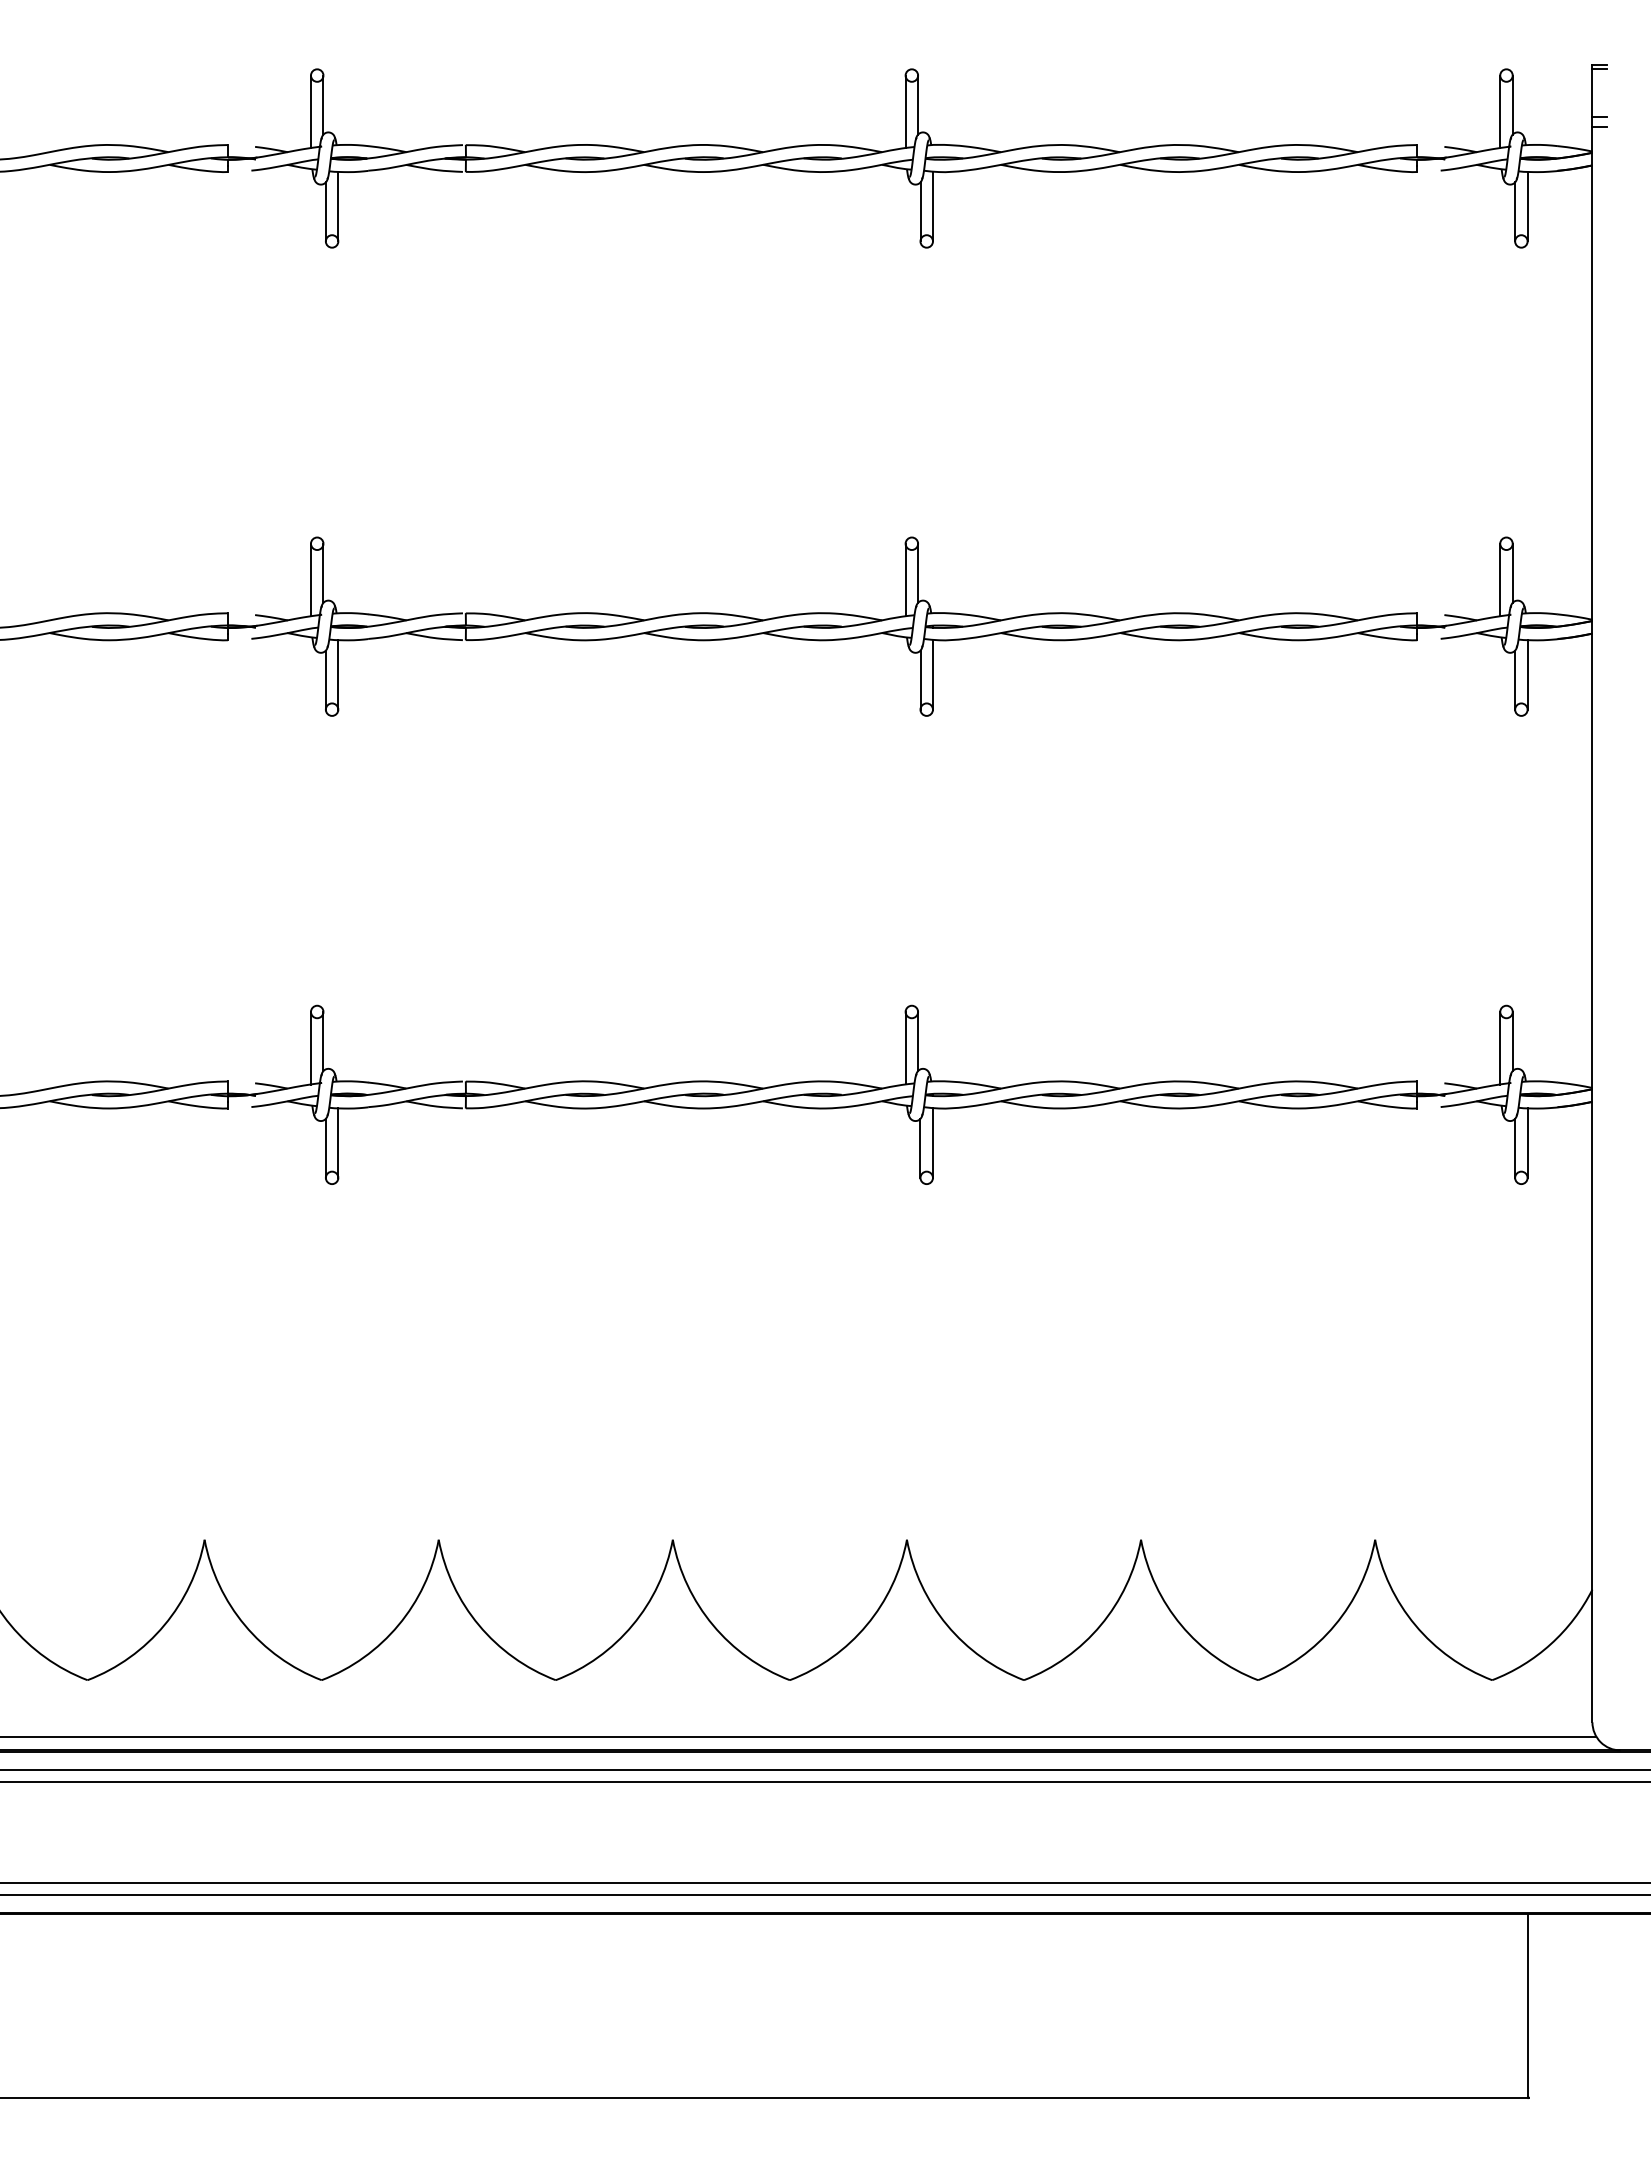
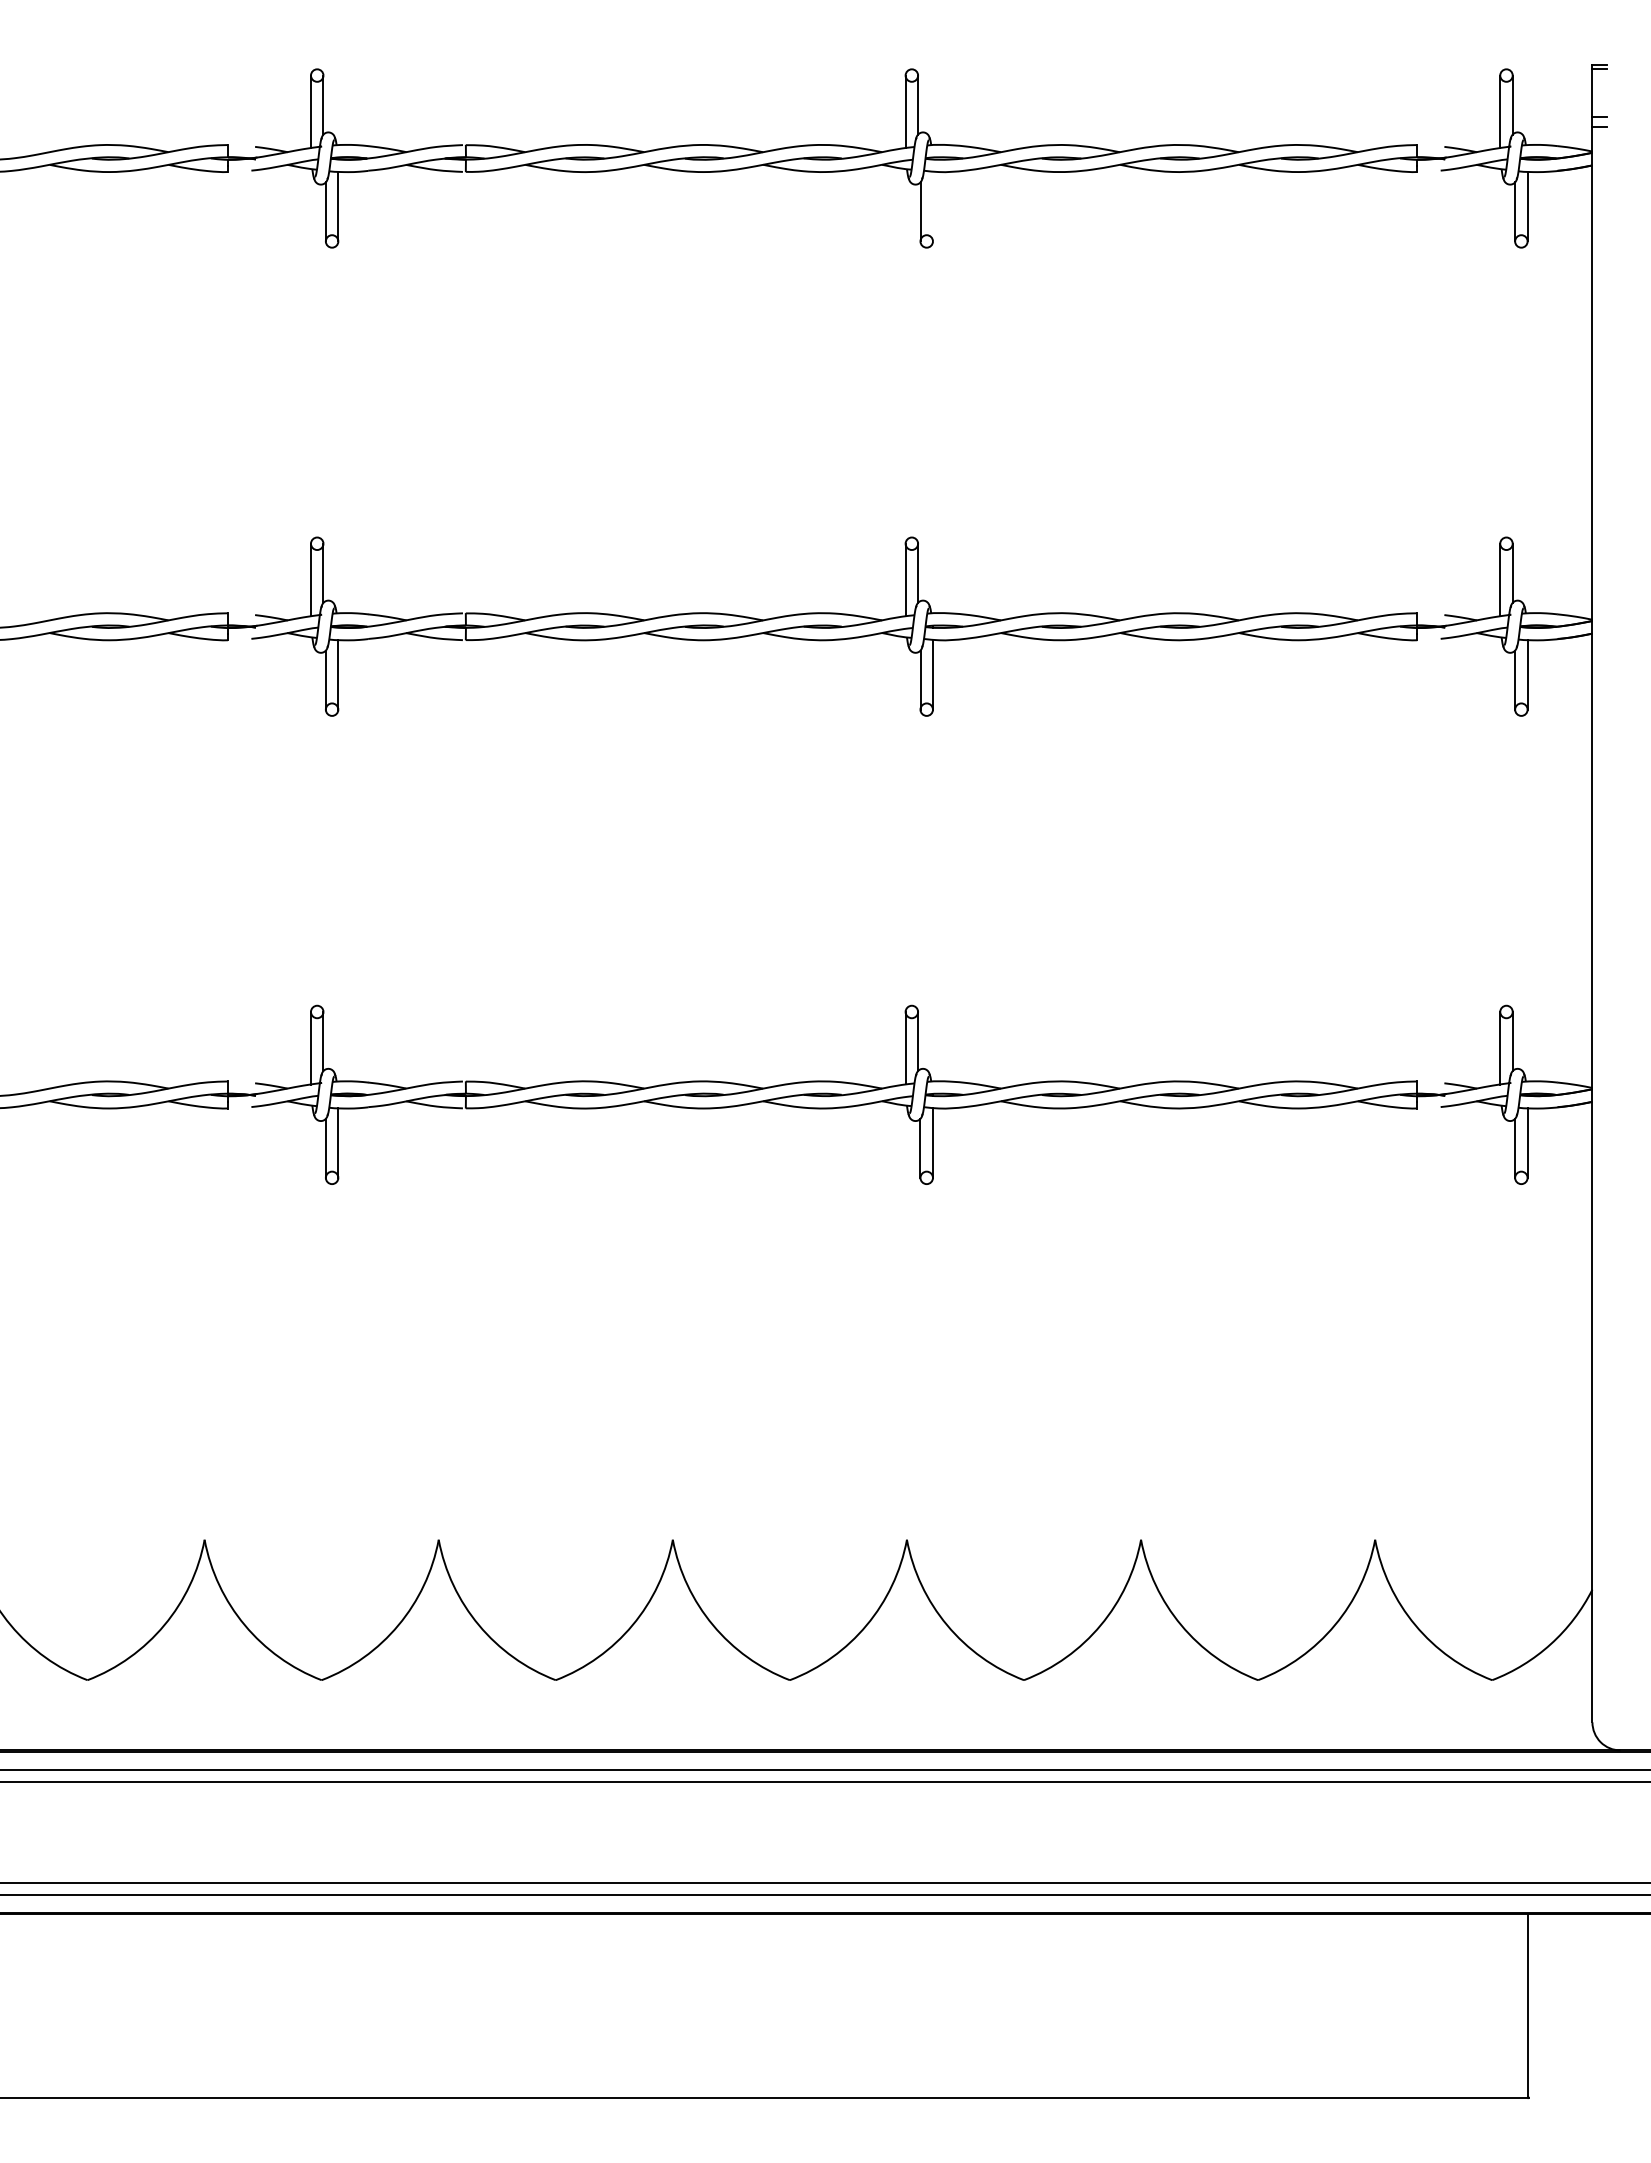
line at (932, 206): present -> none
line at (799, 1736): present -> none
